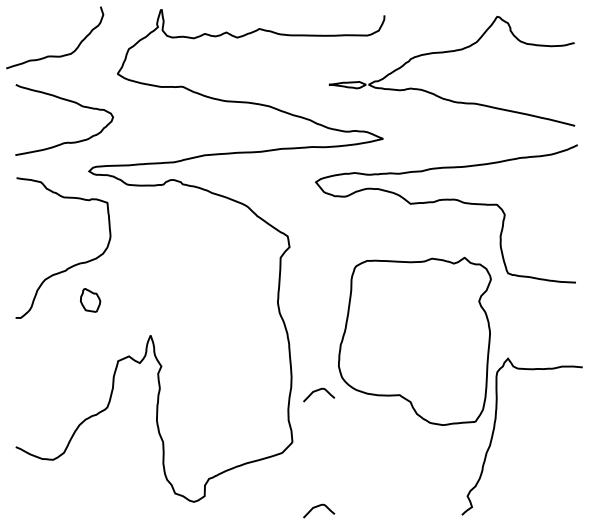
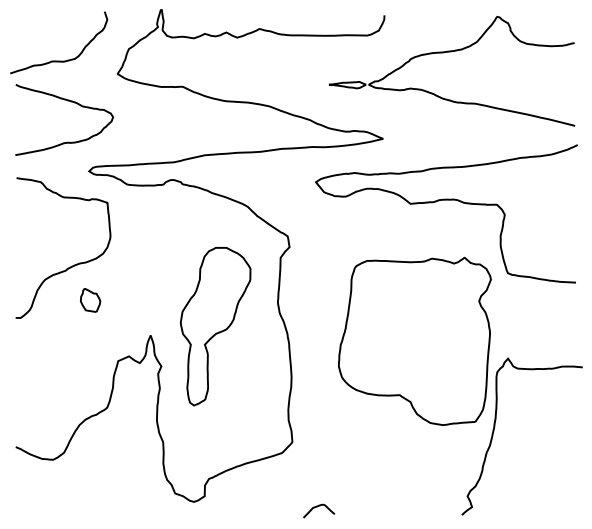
curve at (55, 55) position: (55, 55) -> (59, 60)
part at (215, 326): none -> present
curve at (317, 391): present -> none
